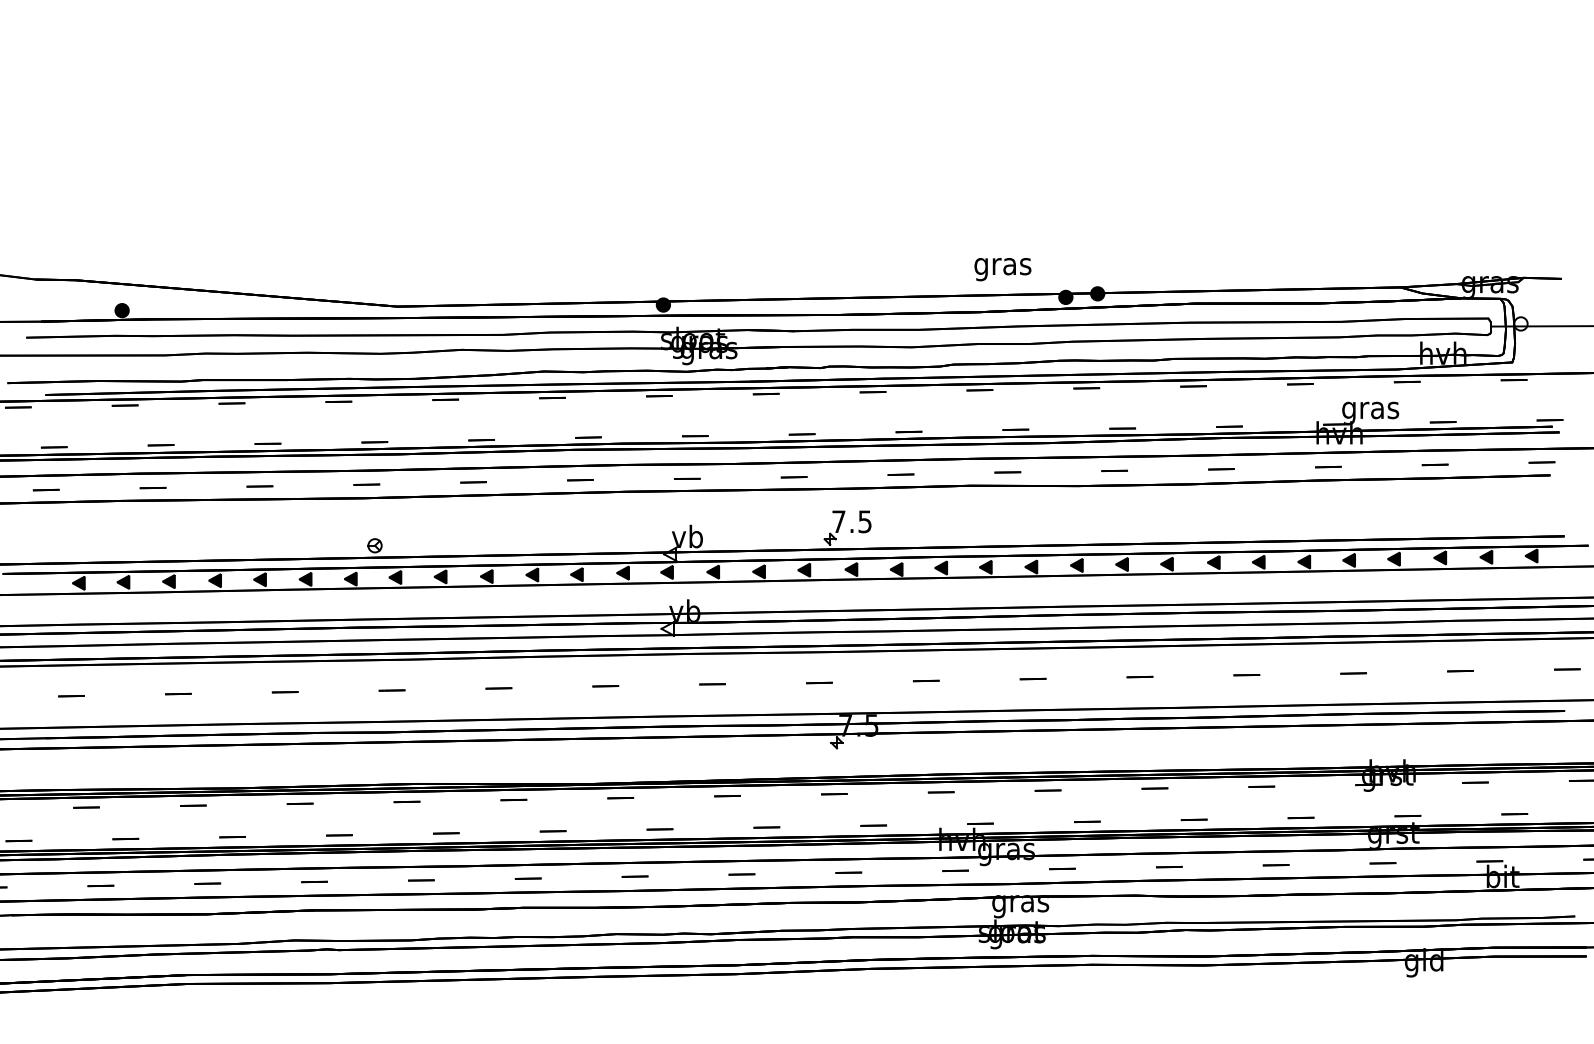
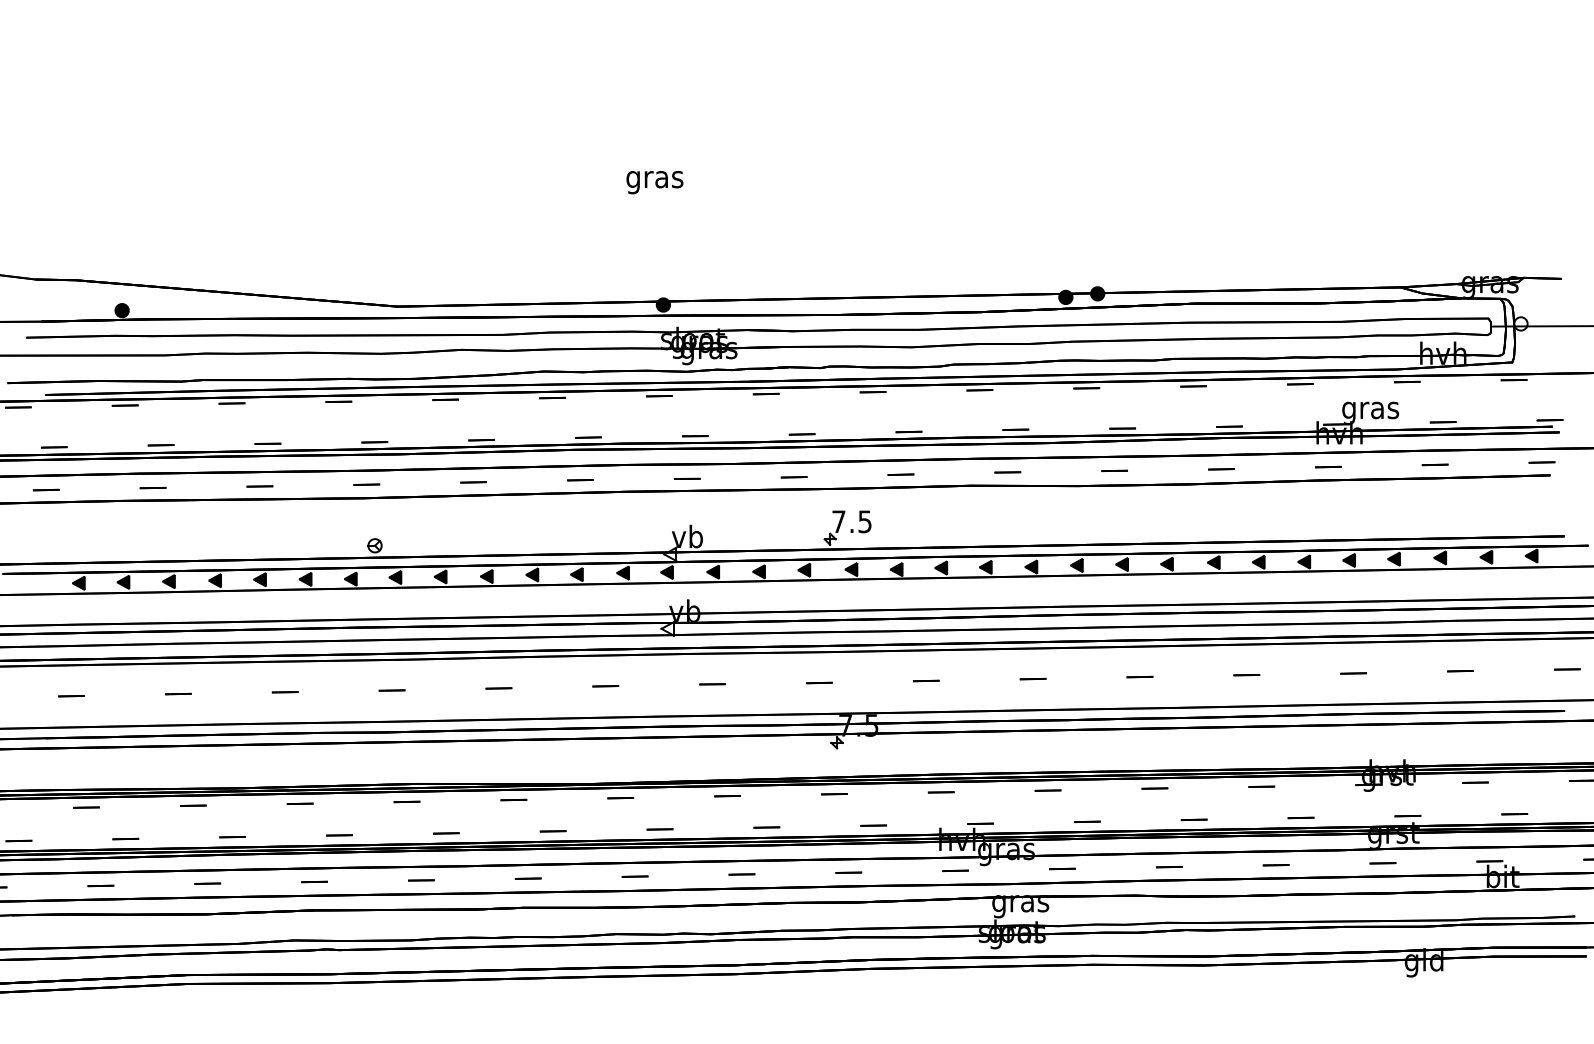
text at (1002, 269) position: (1002, 269) -> (654, 182)
